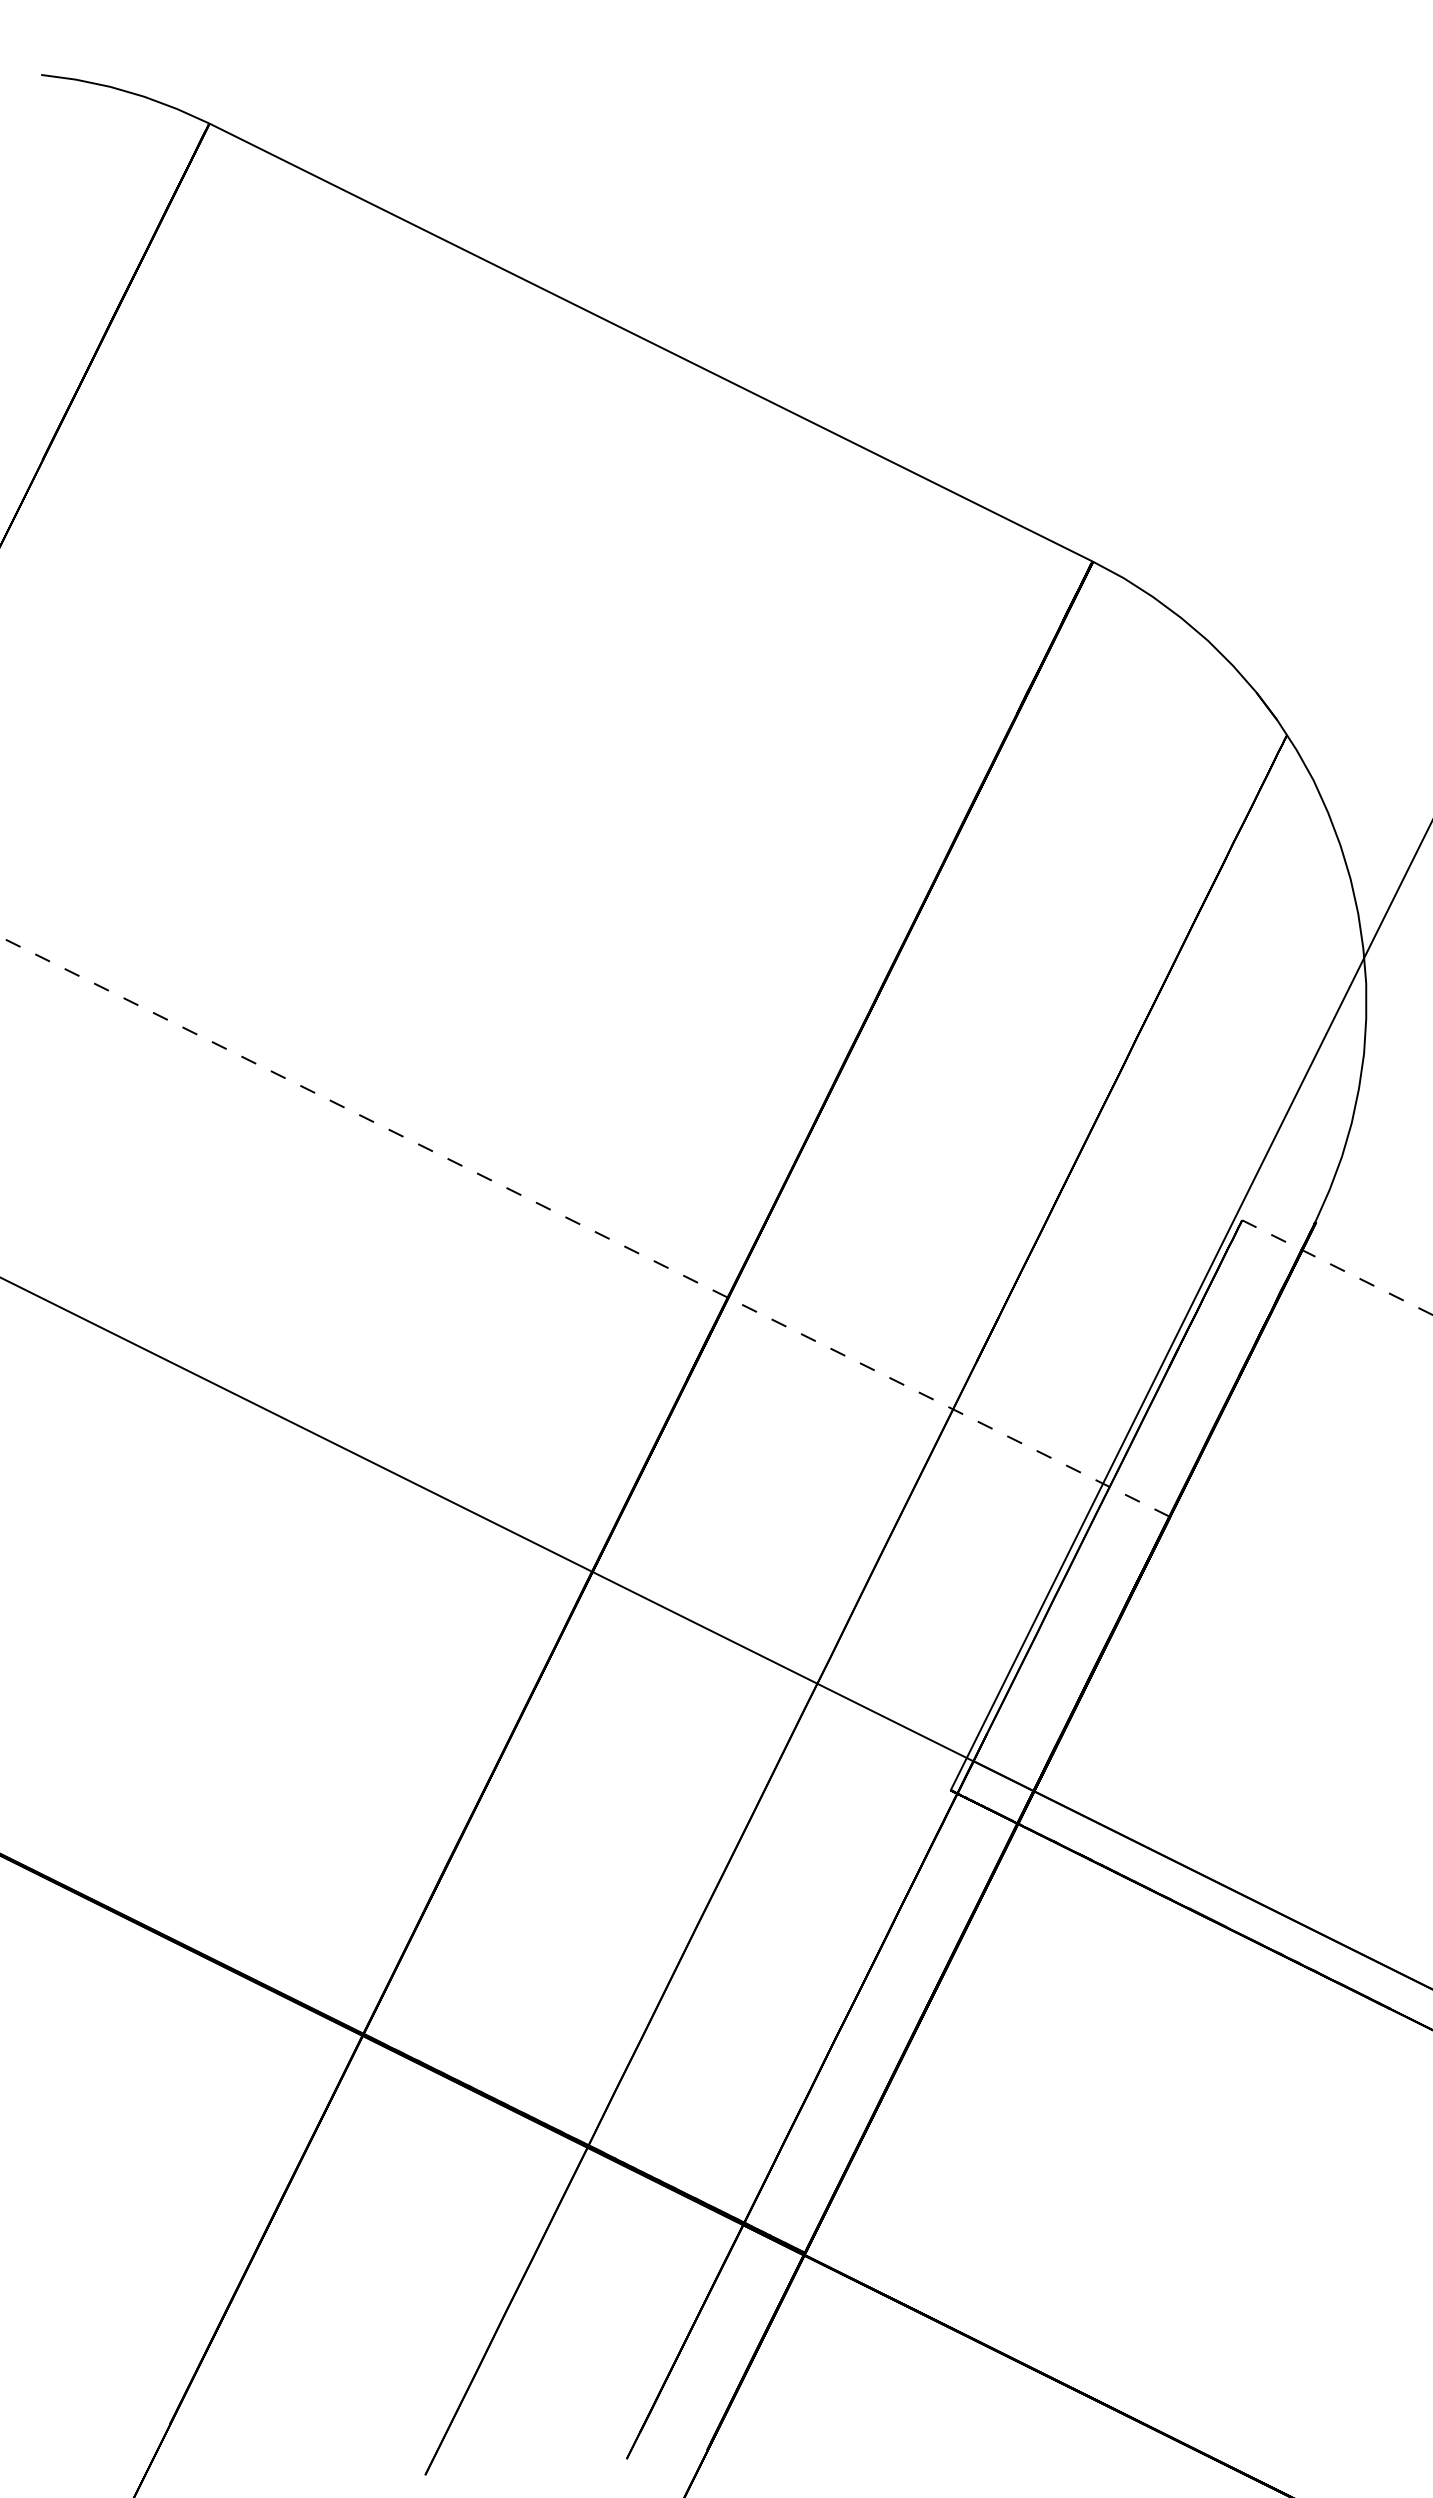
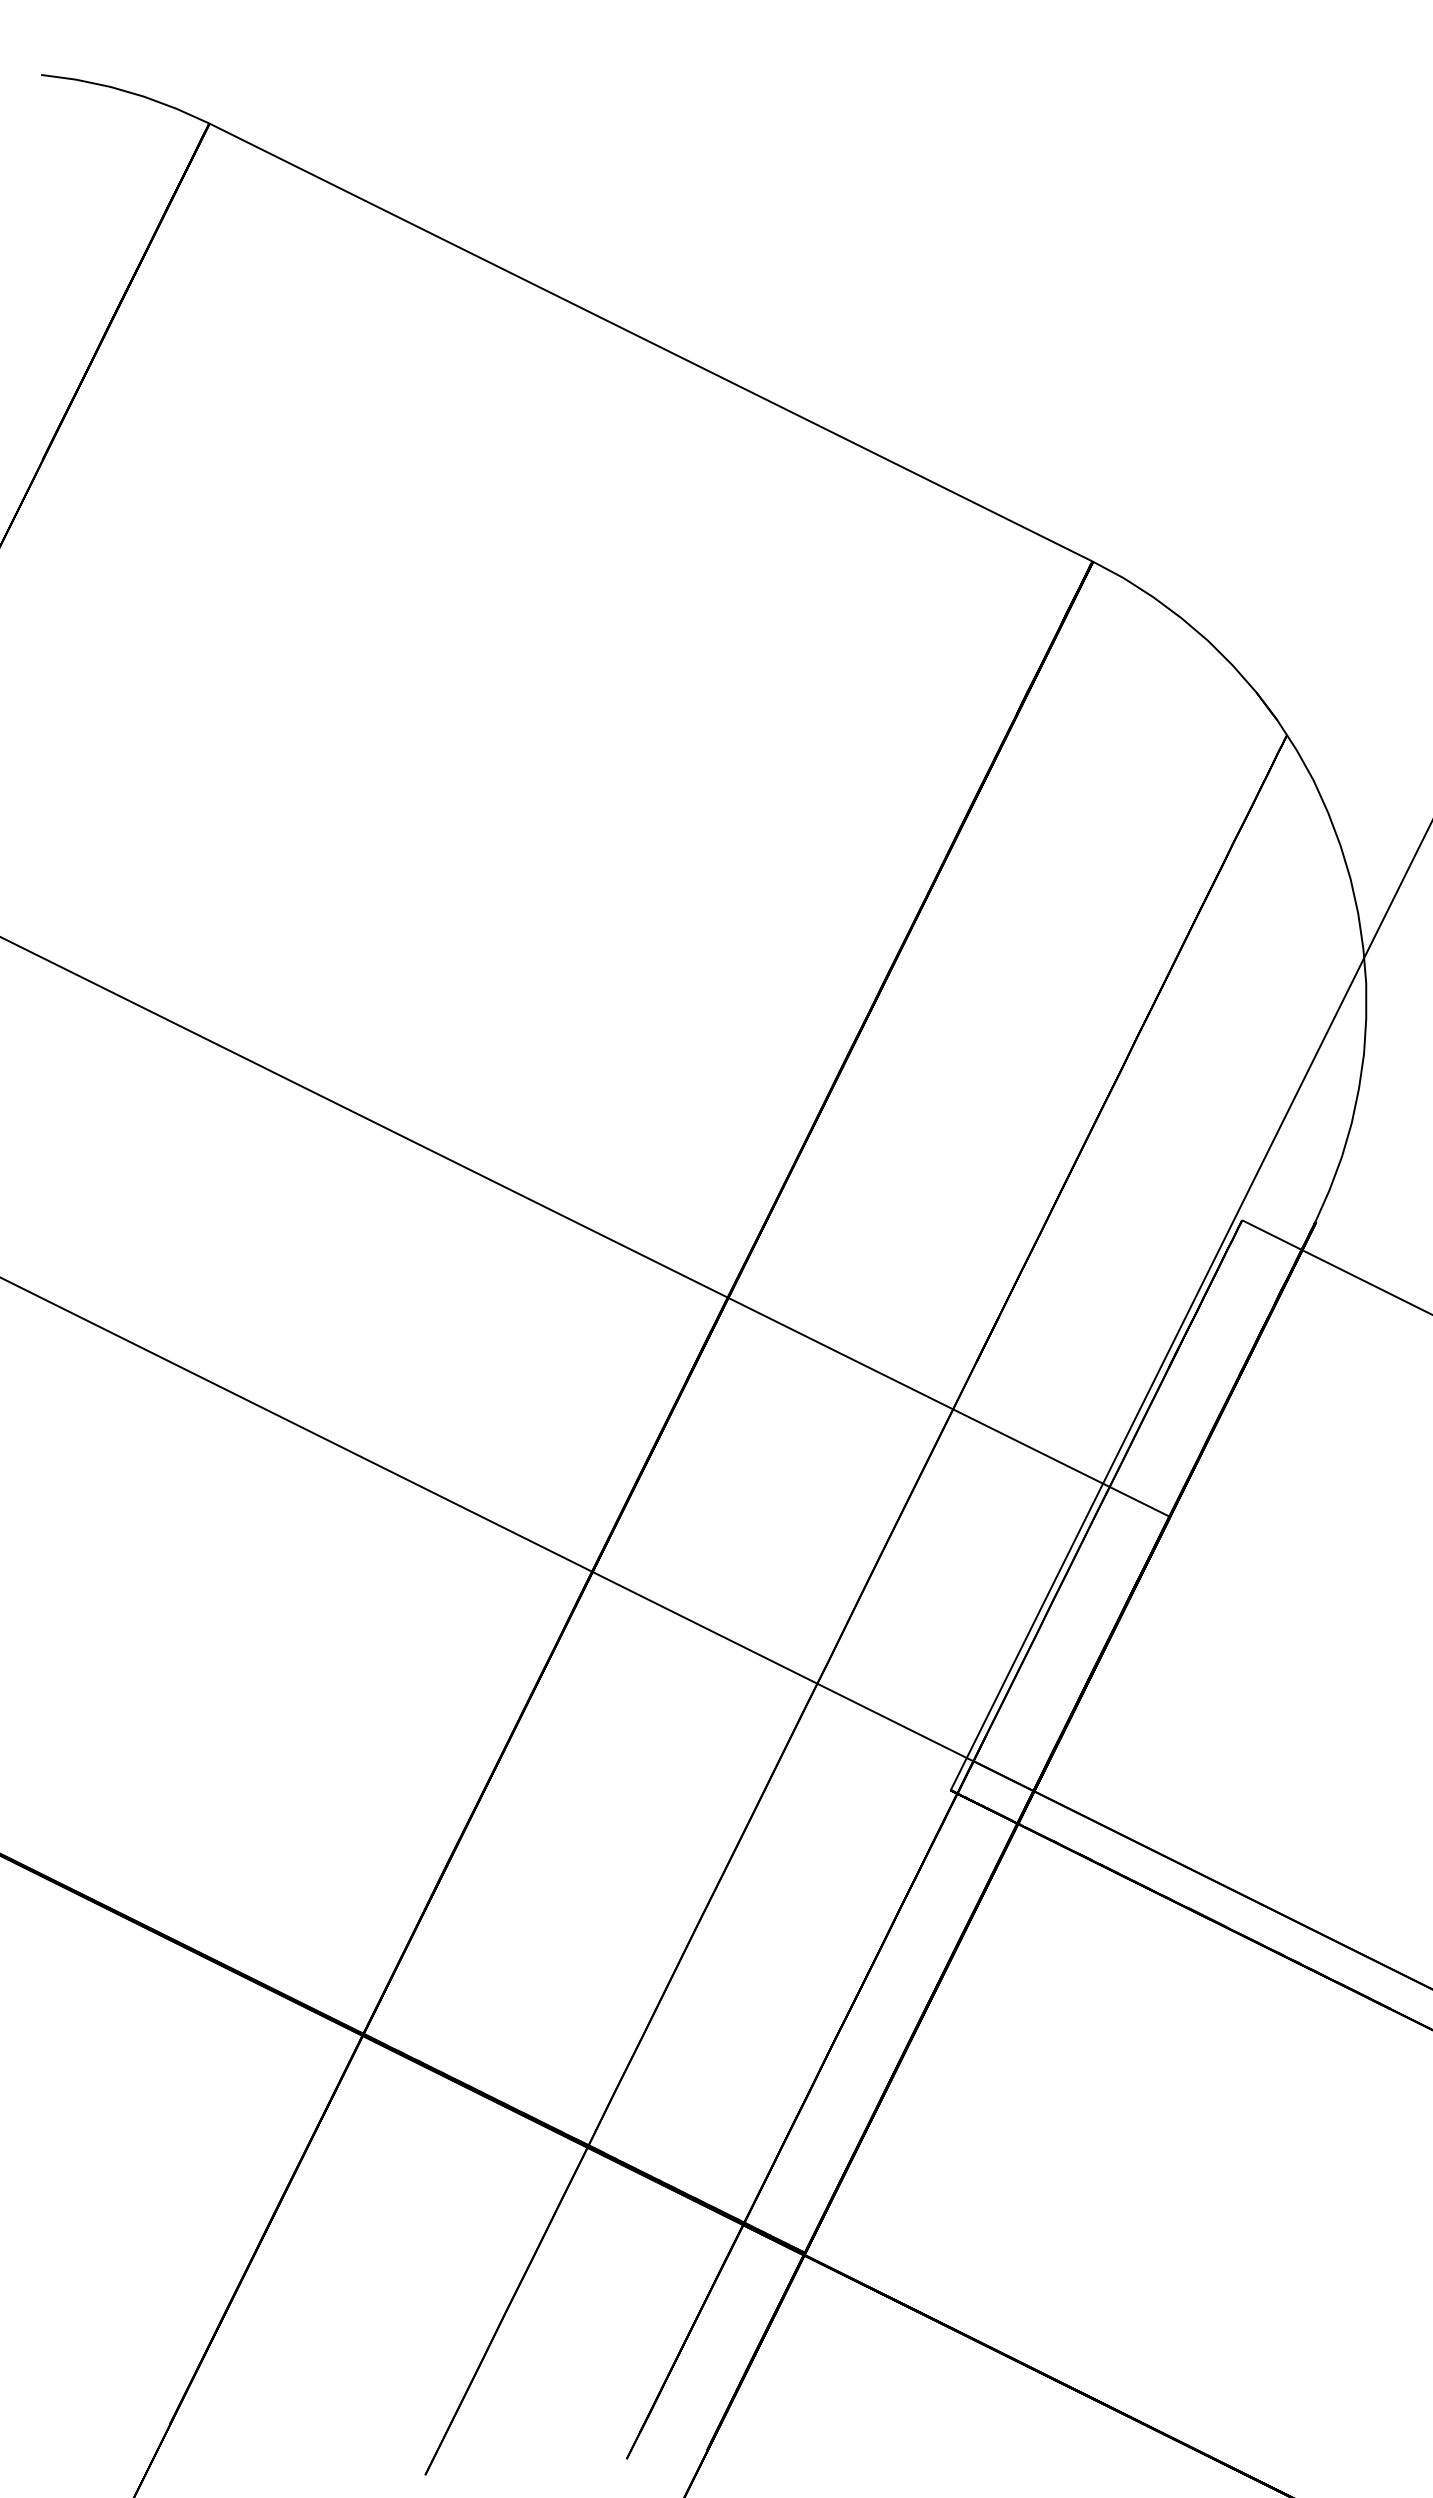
line at (584, 1226): dashed -> solid
line at (1337, 1267): dashed -> solid
